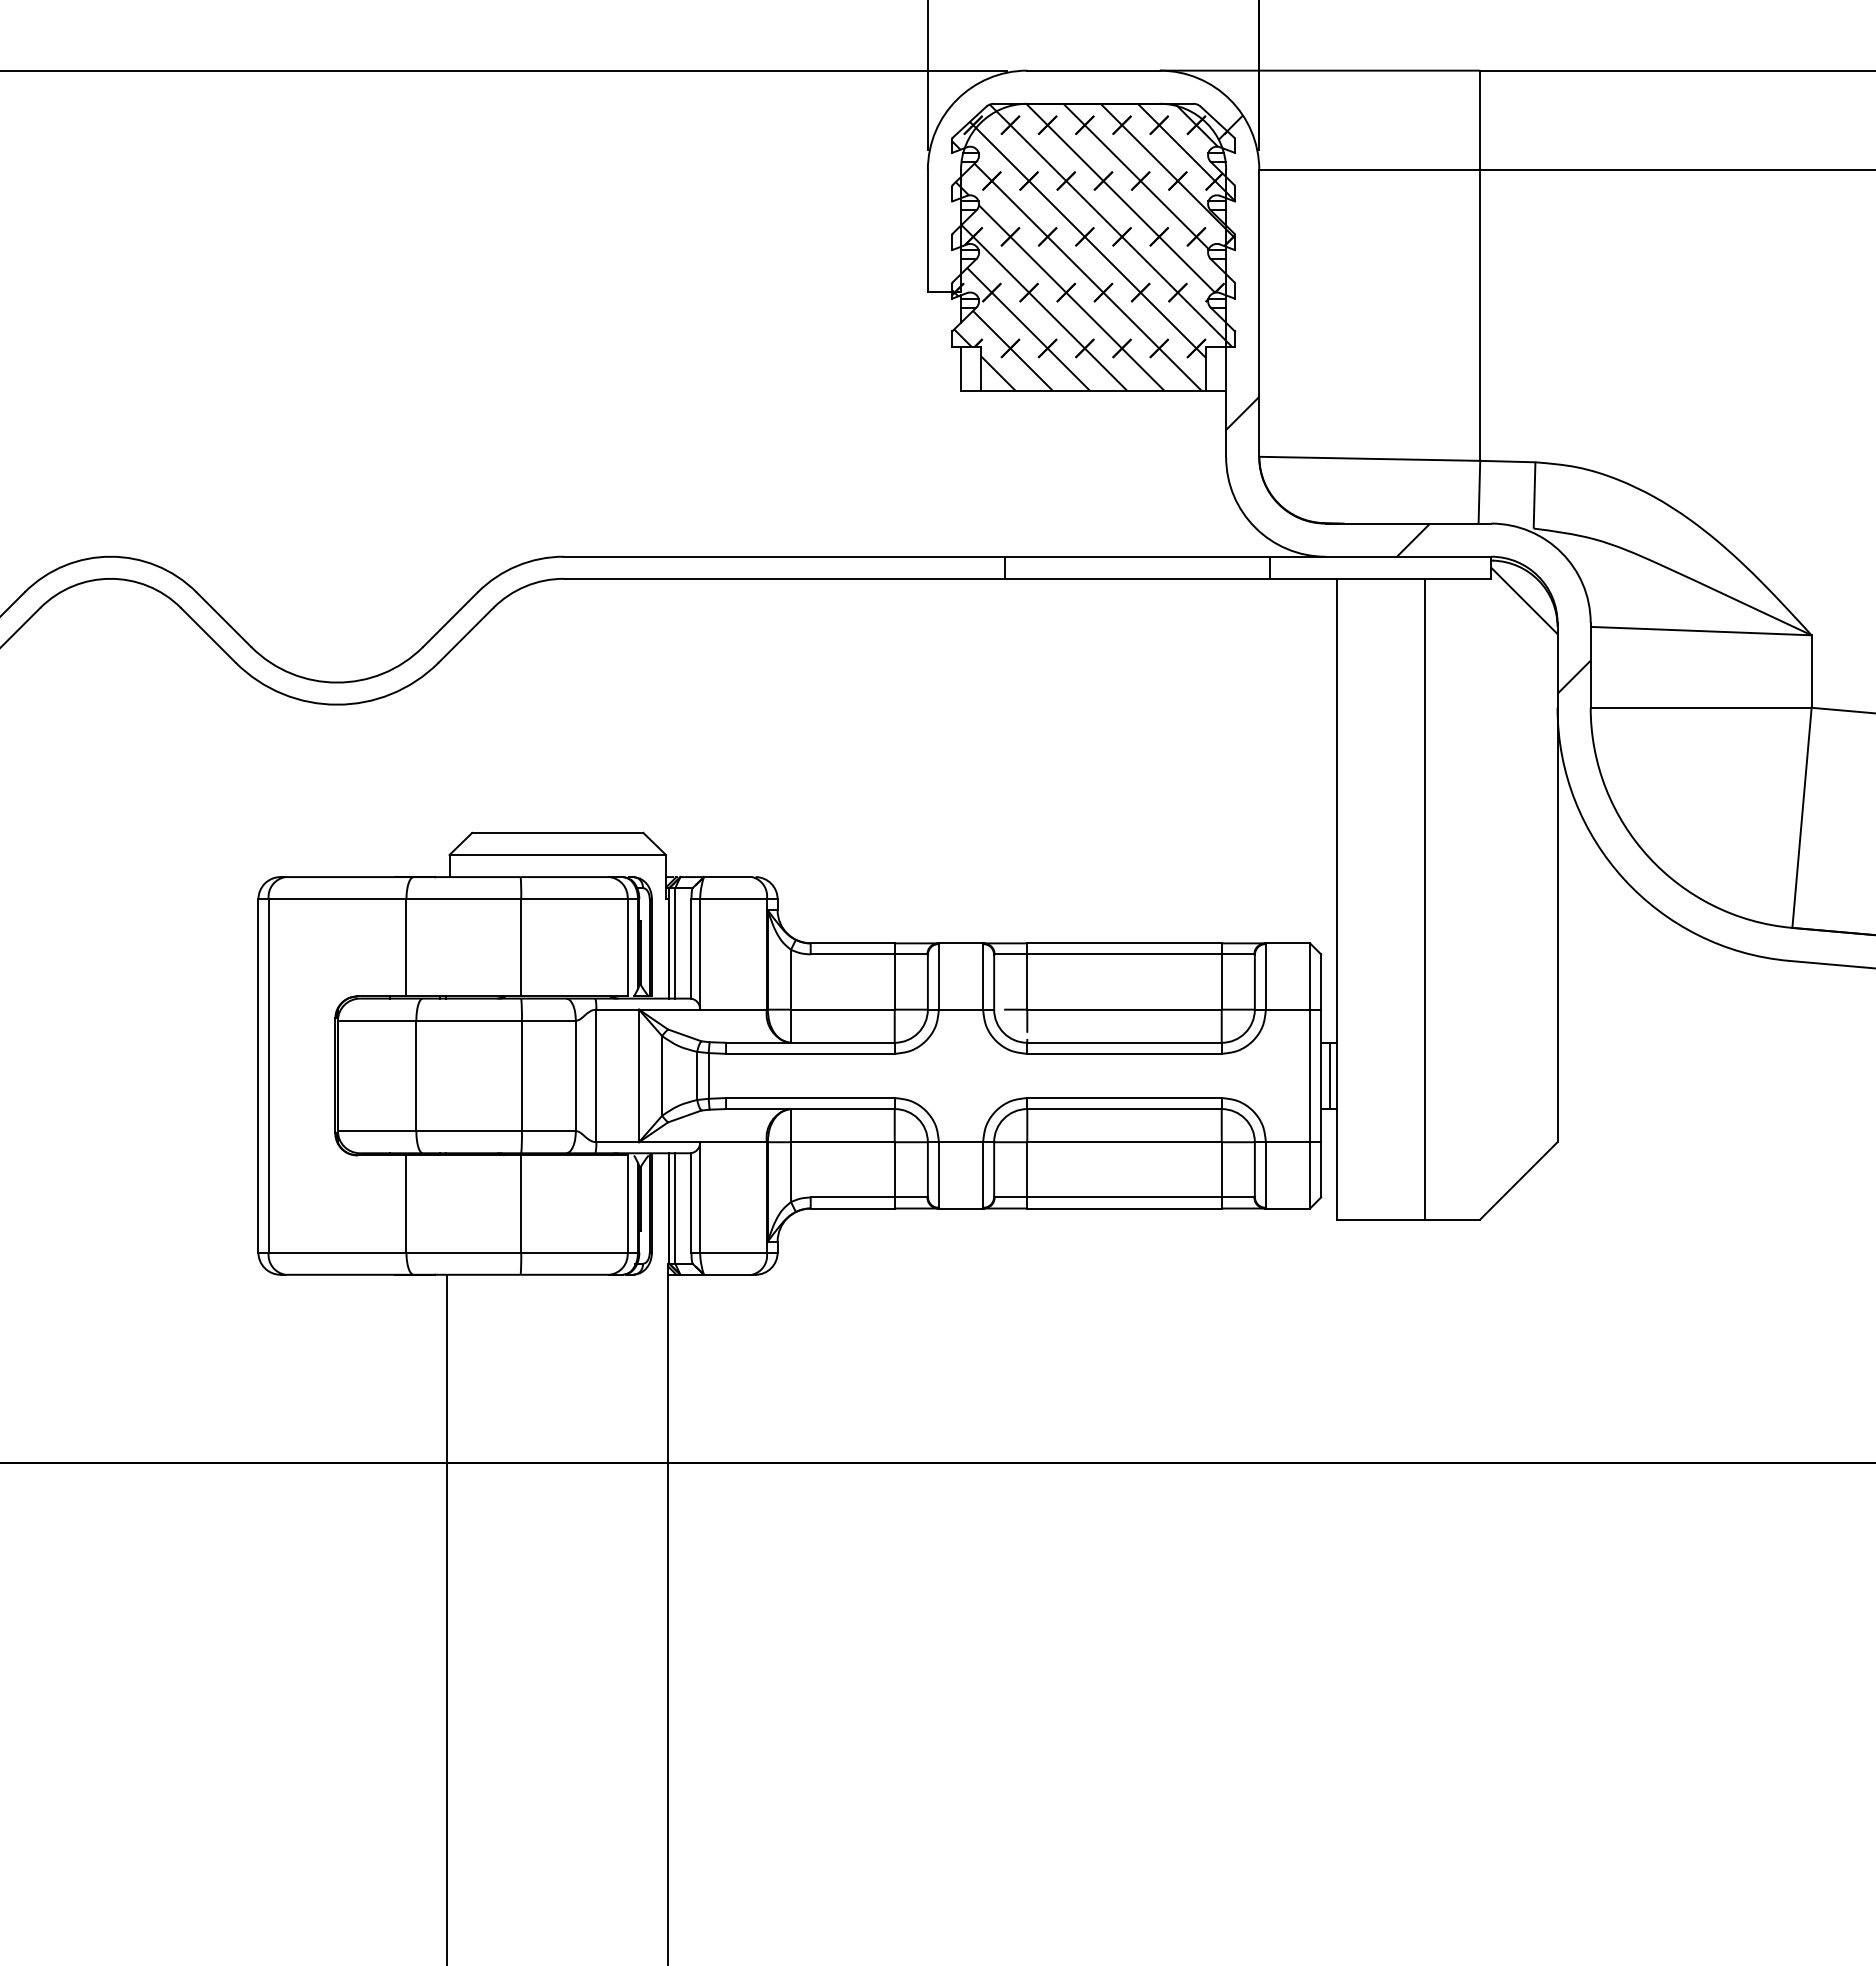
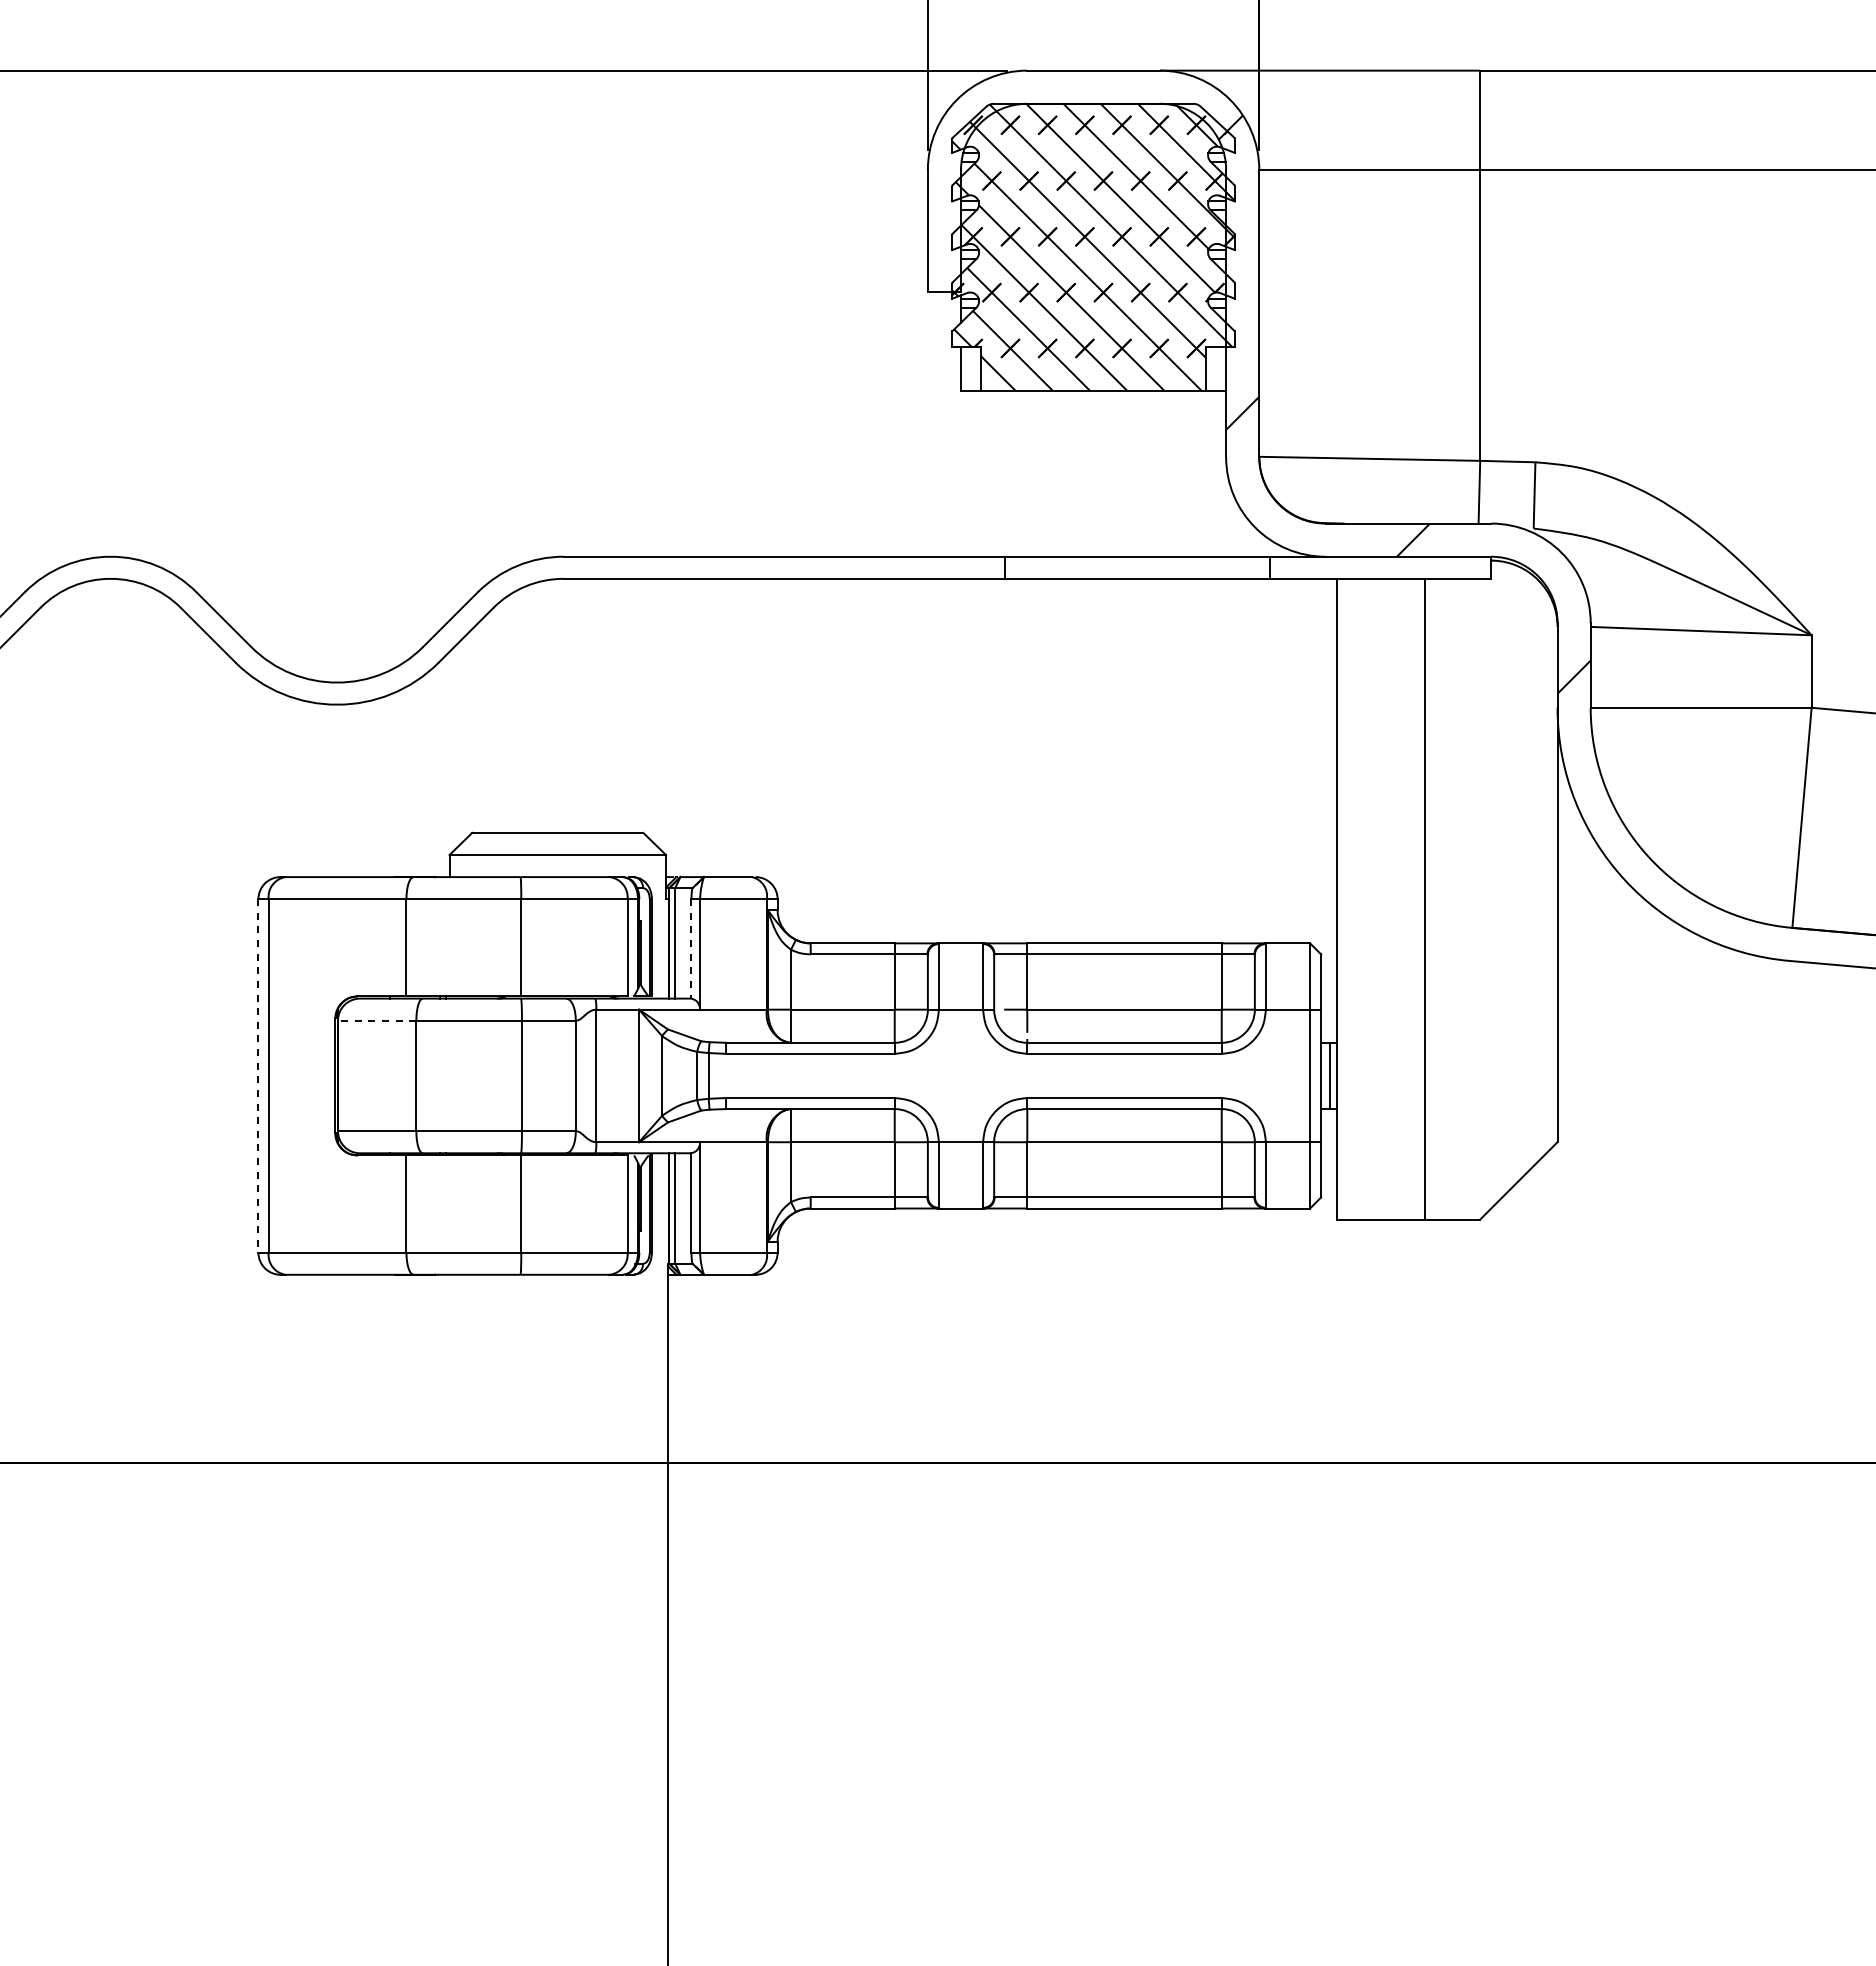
line at (1524, 600): present -> none
line at (691, 948): solid -> dashed
line at (376, 1020): solid -> dashed
line at (258, 1075): solid -> dashed
line at (447, 1618): present -> none
